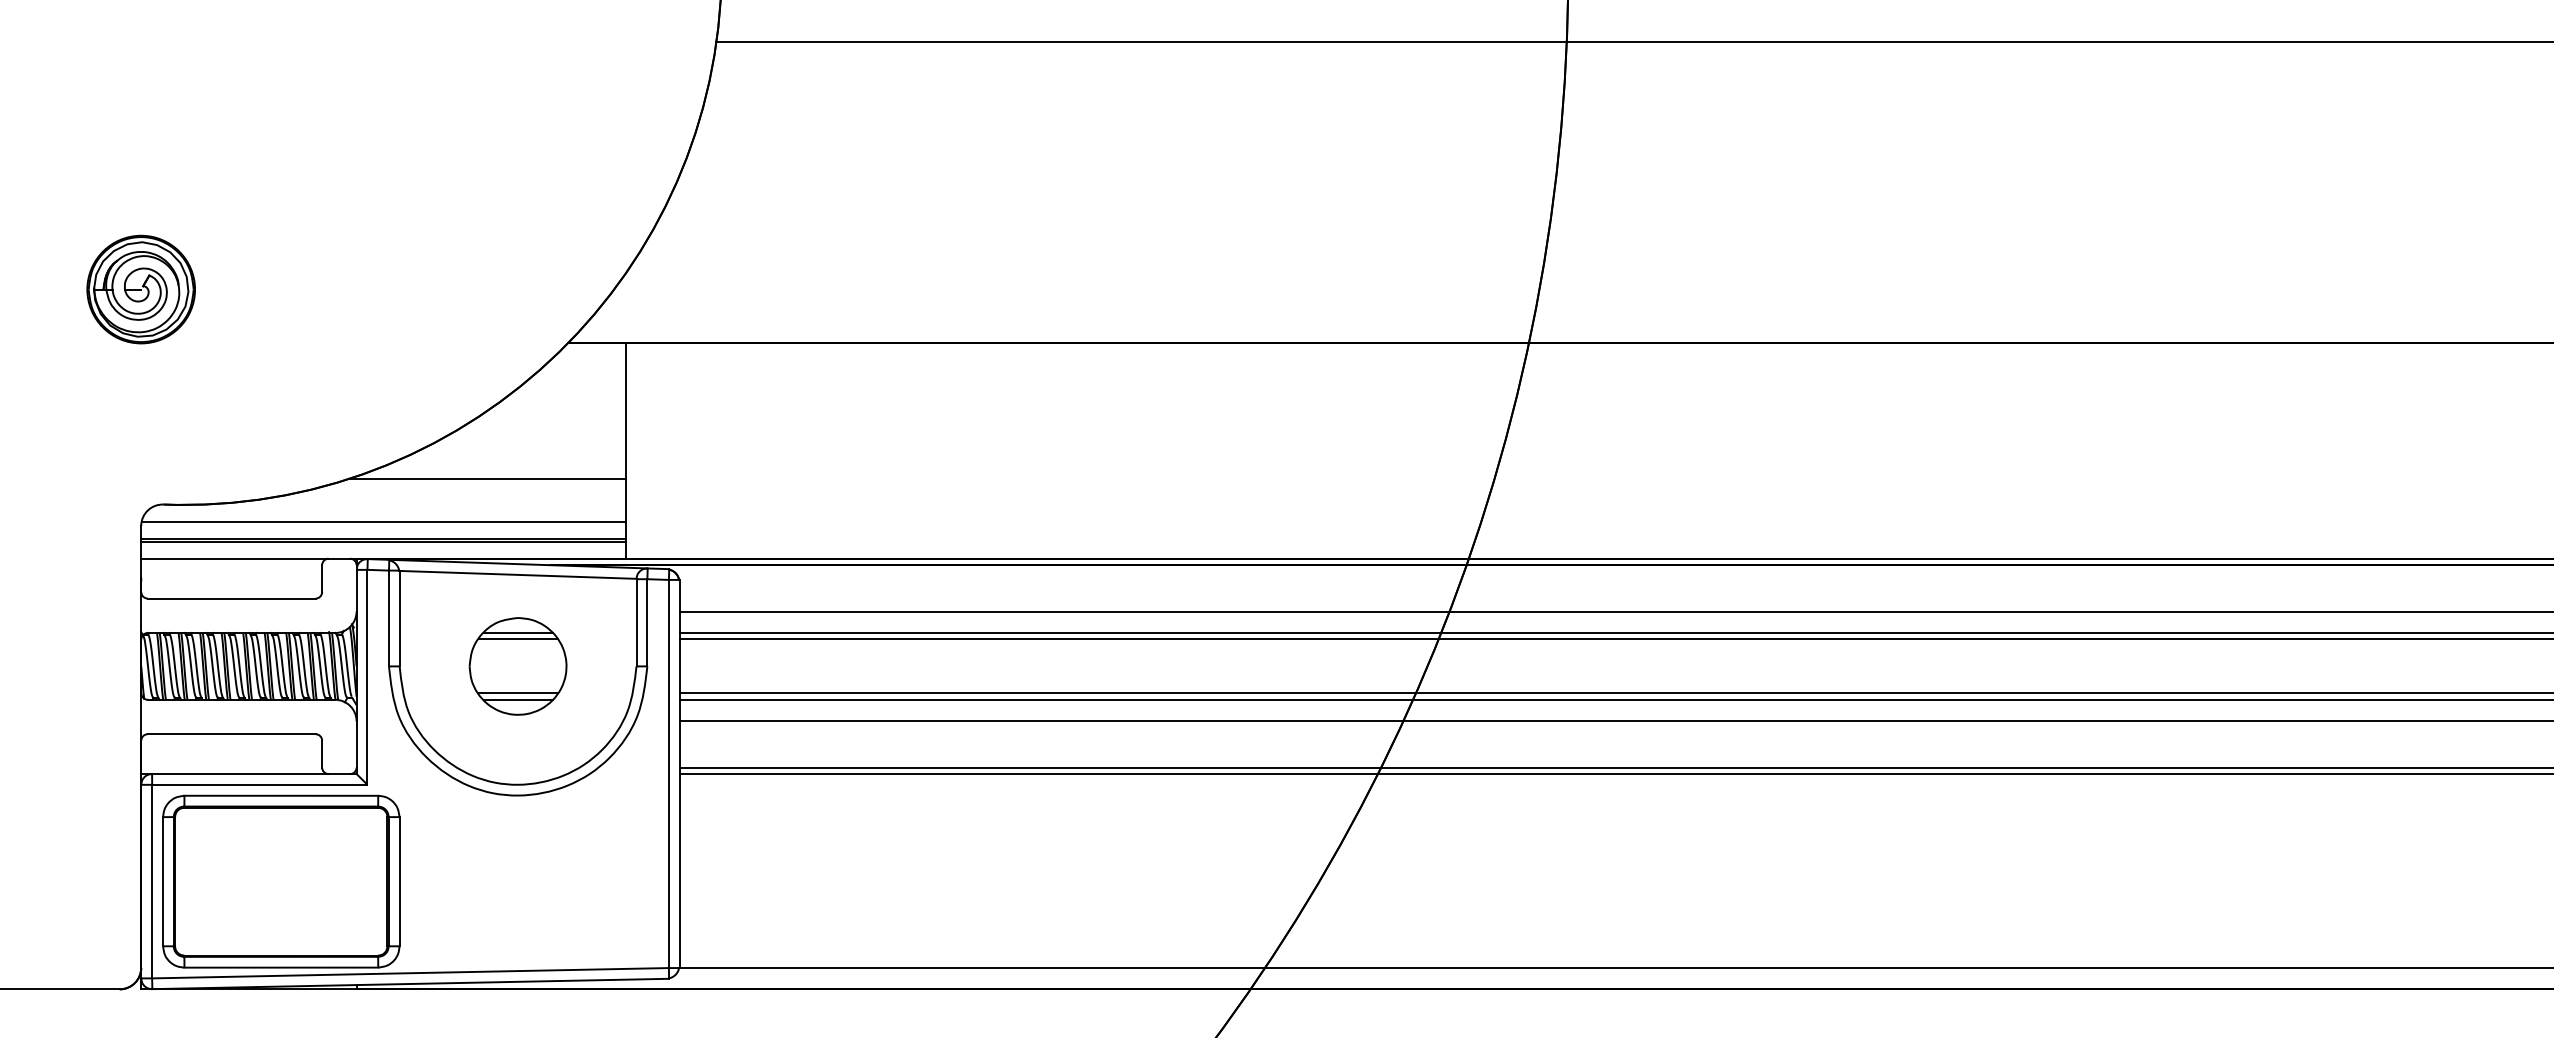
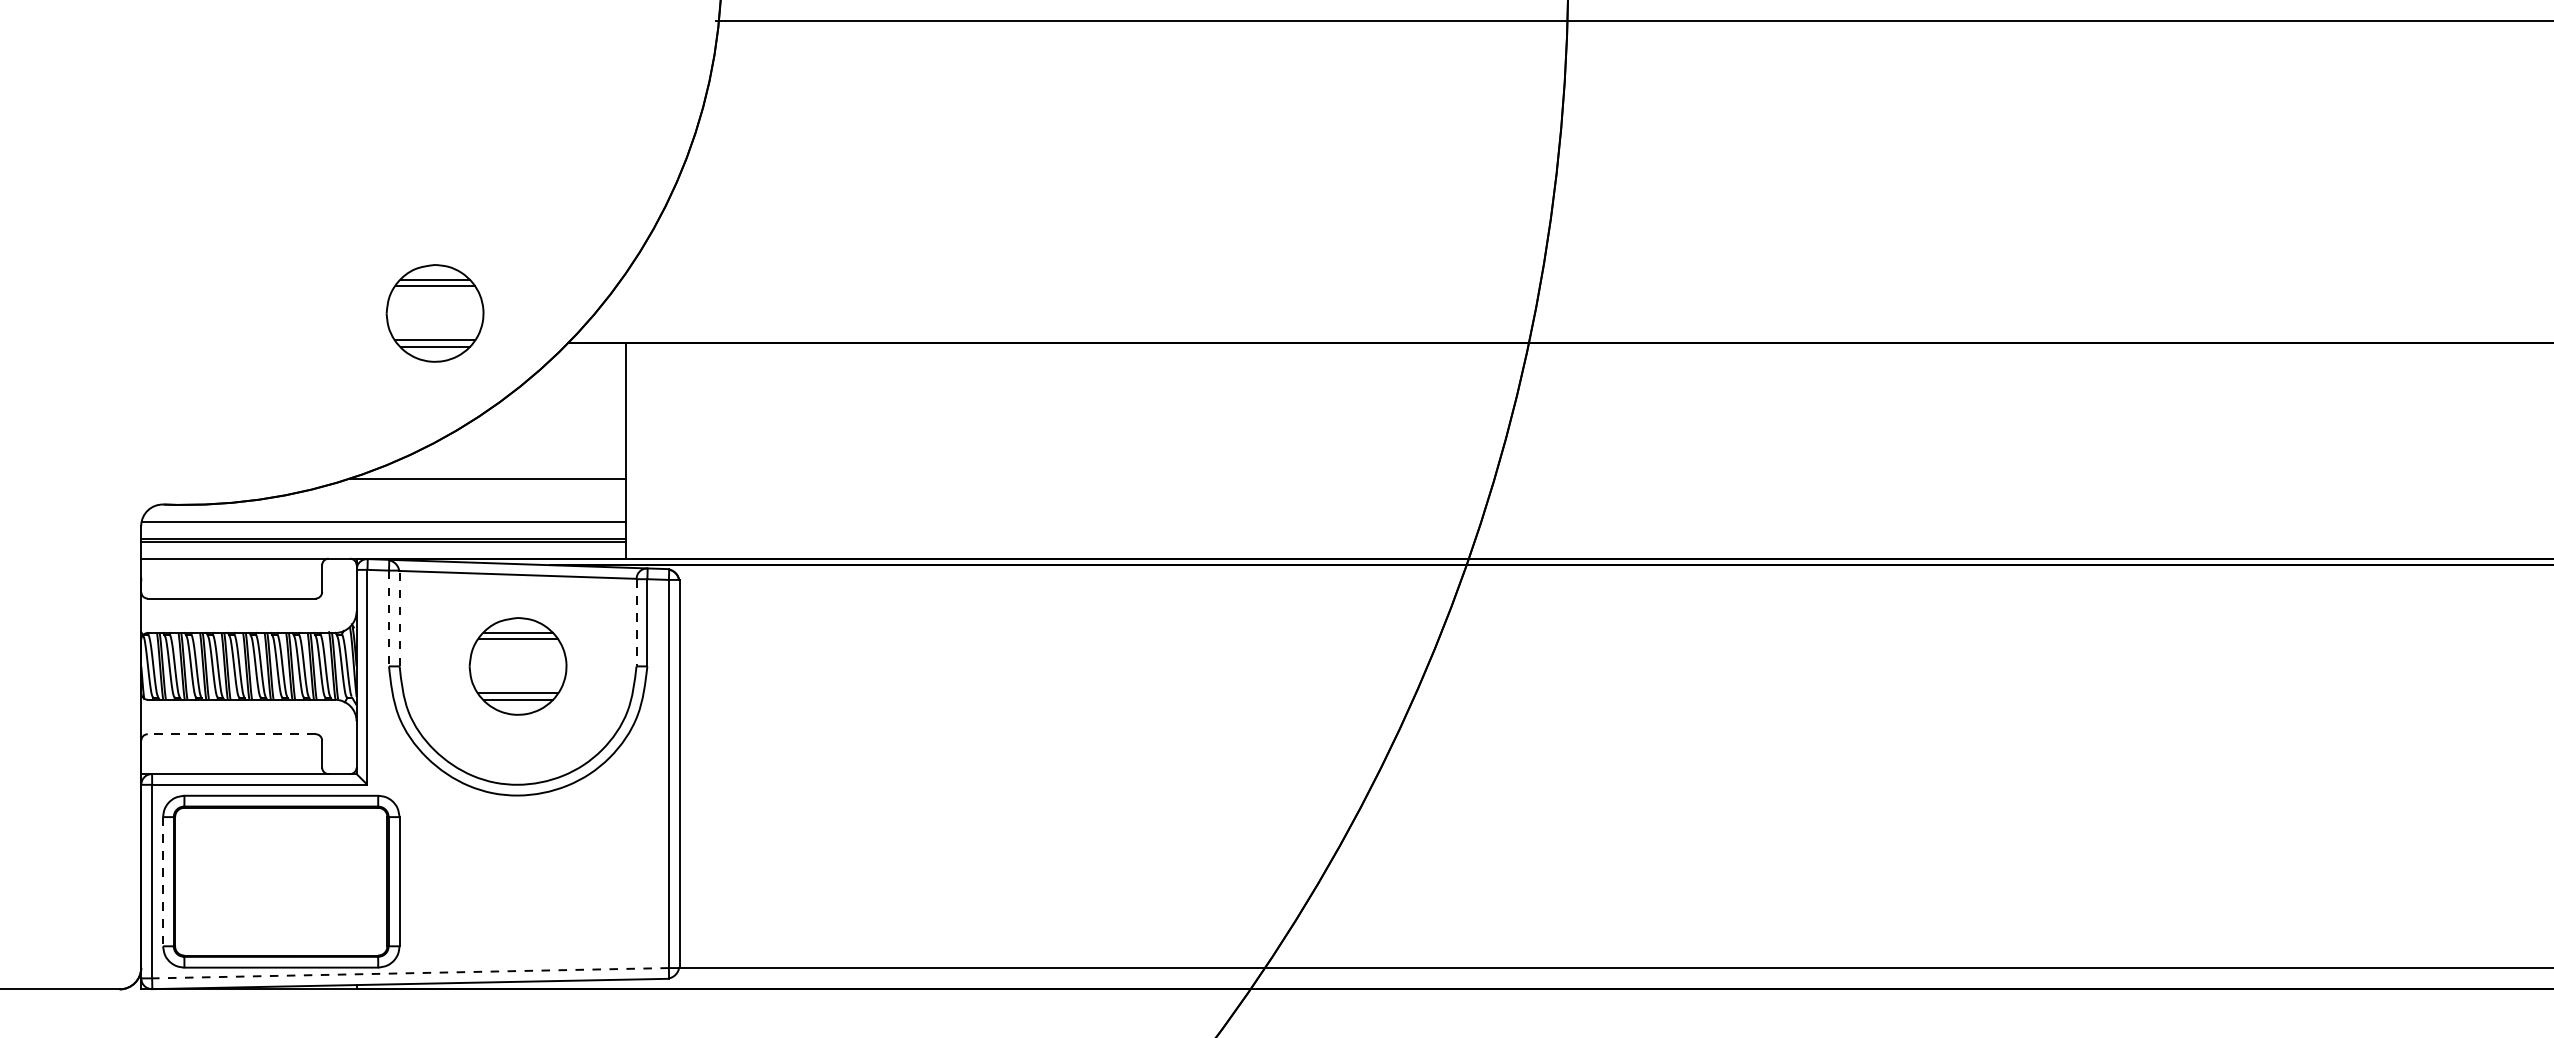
line at (1633, 42) position: (1633, 42) -> (1633, 21)
part at (140, 289): present -> none
part at (434, 313): none -> present
line at (1614, 611): present -> none
line at (389, 618): solid -> dashed
line at (399, 618): solid -> dashed
line at (636, 622): solid -> dashed
line at (1614, 633): present -> none
line at (1614, 639): present -> none
line at (1614, 693): present -> none
line at (1614, 699): present -> none
line at (1614, 721): present -> none
line at (231, 734): solid -> dashed
line at (1614, 767): present -> none
line at (1614, 774): present -> none
line at (163, 881): solid -> dashed
line at (410, 973): solid -> dashed
